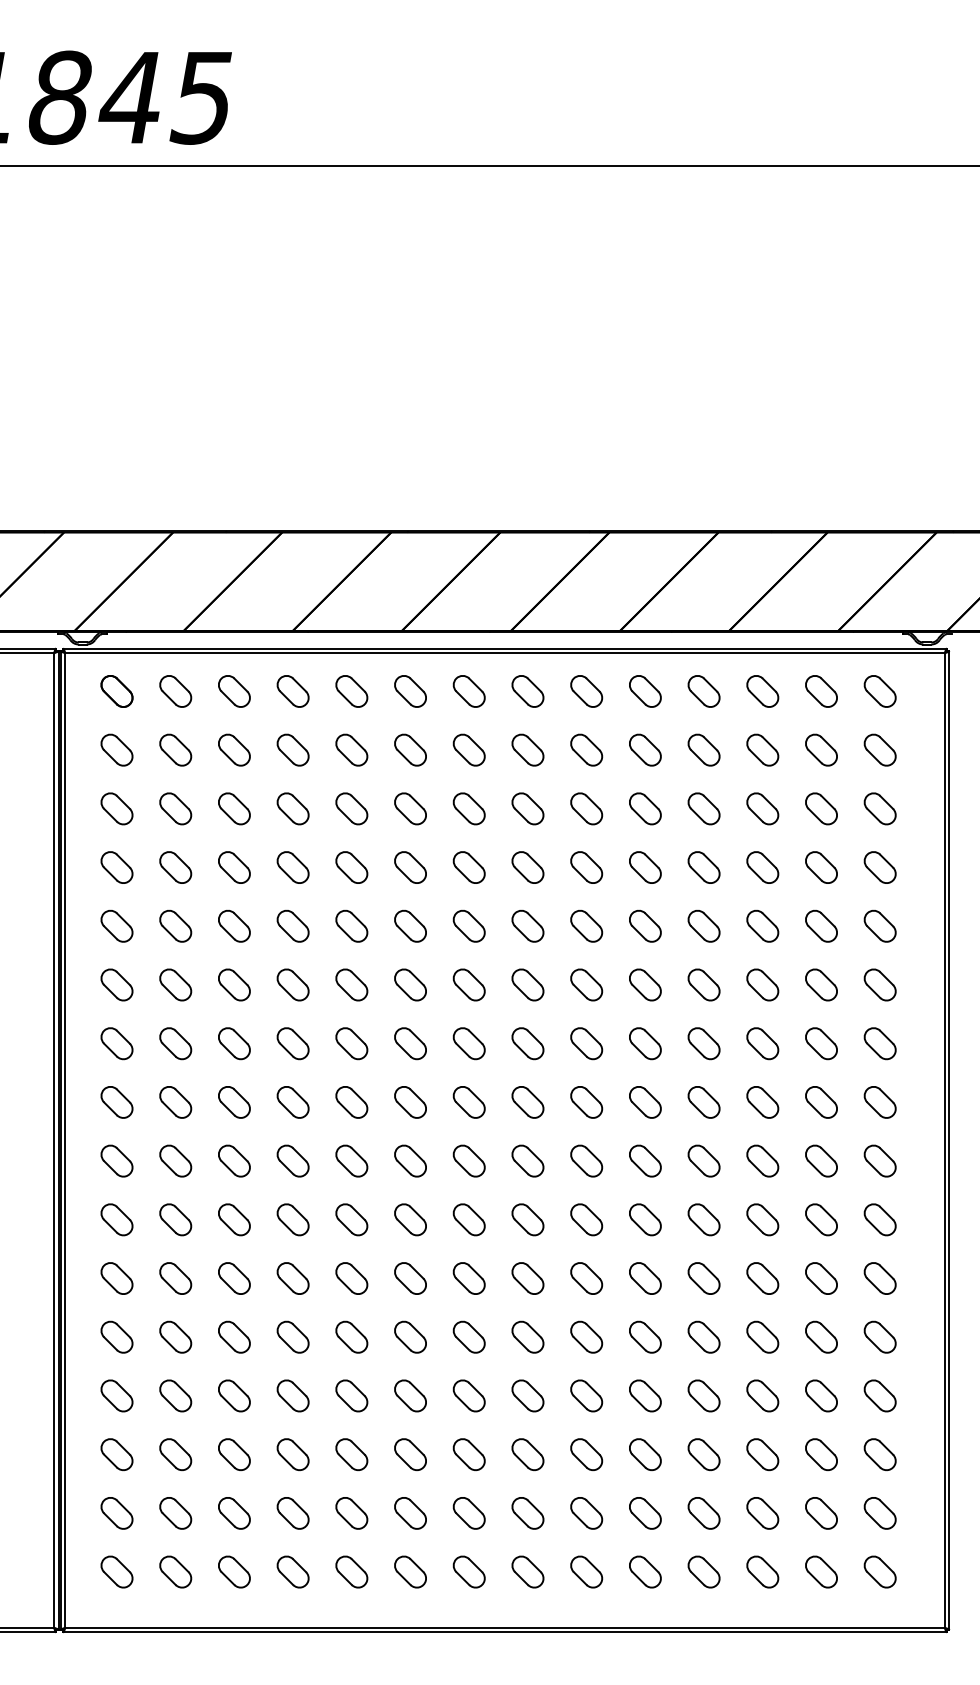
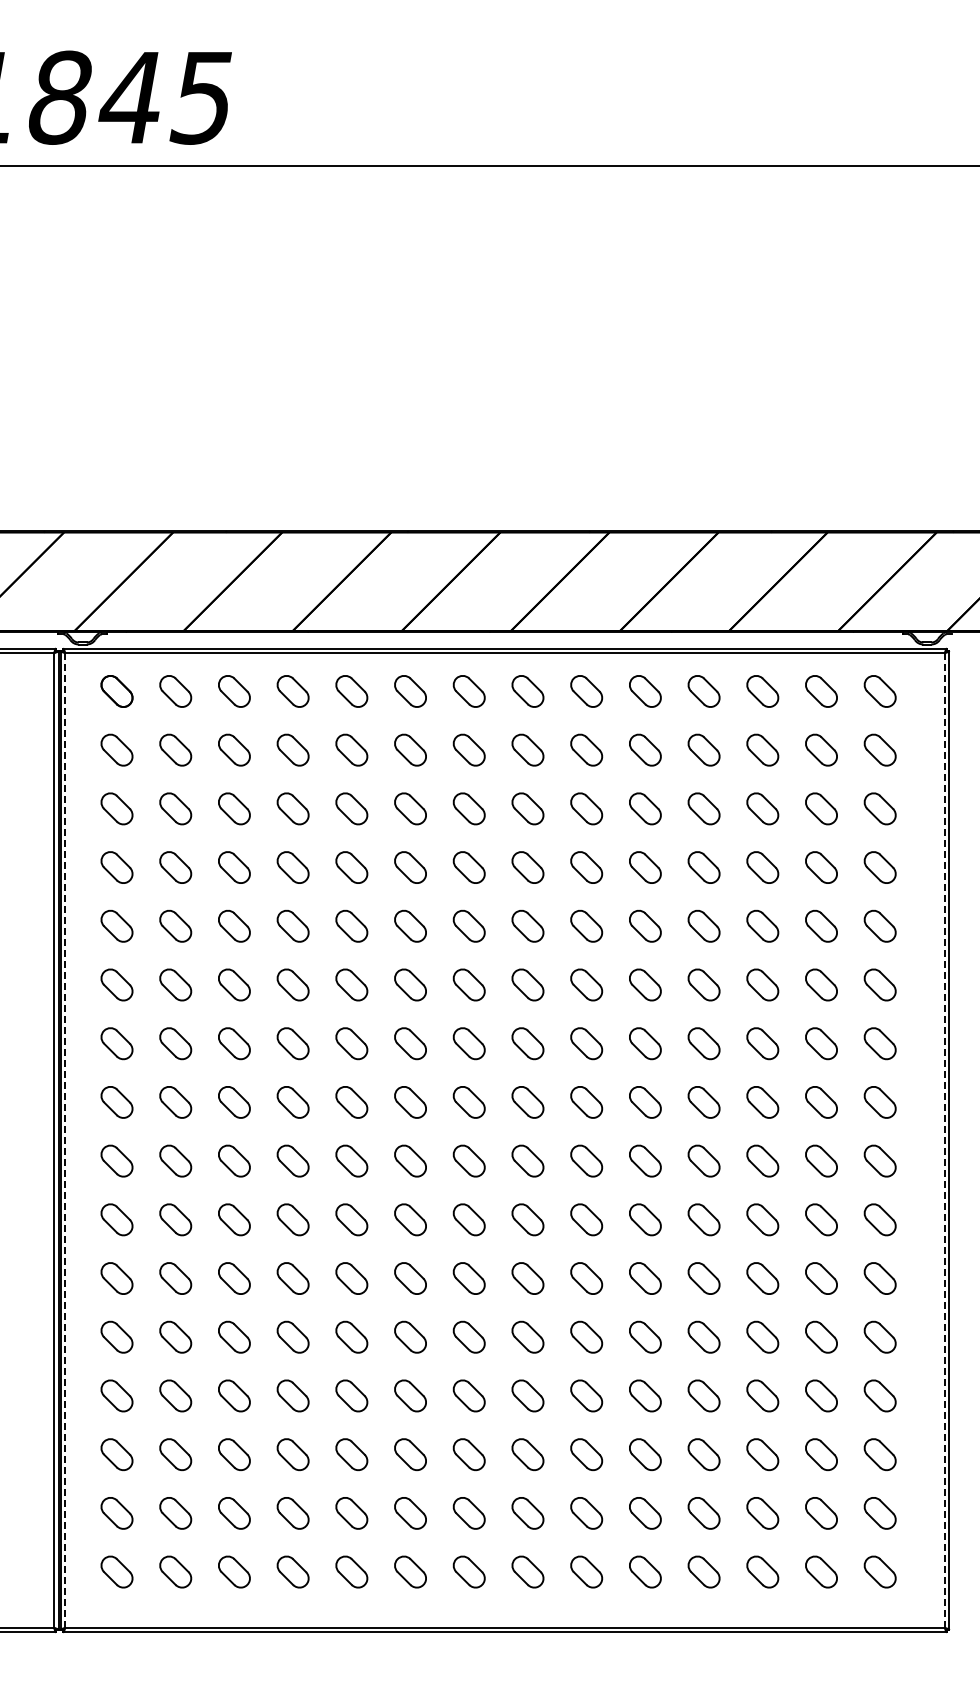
line at (65, 1140): solid -> dashed
line at (944, 1141): solid -> dashed
